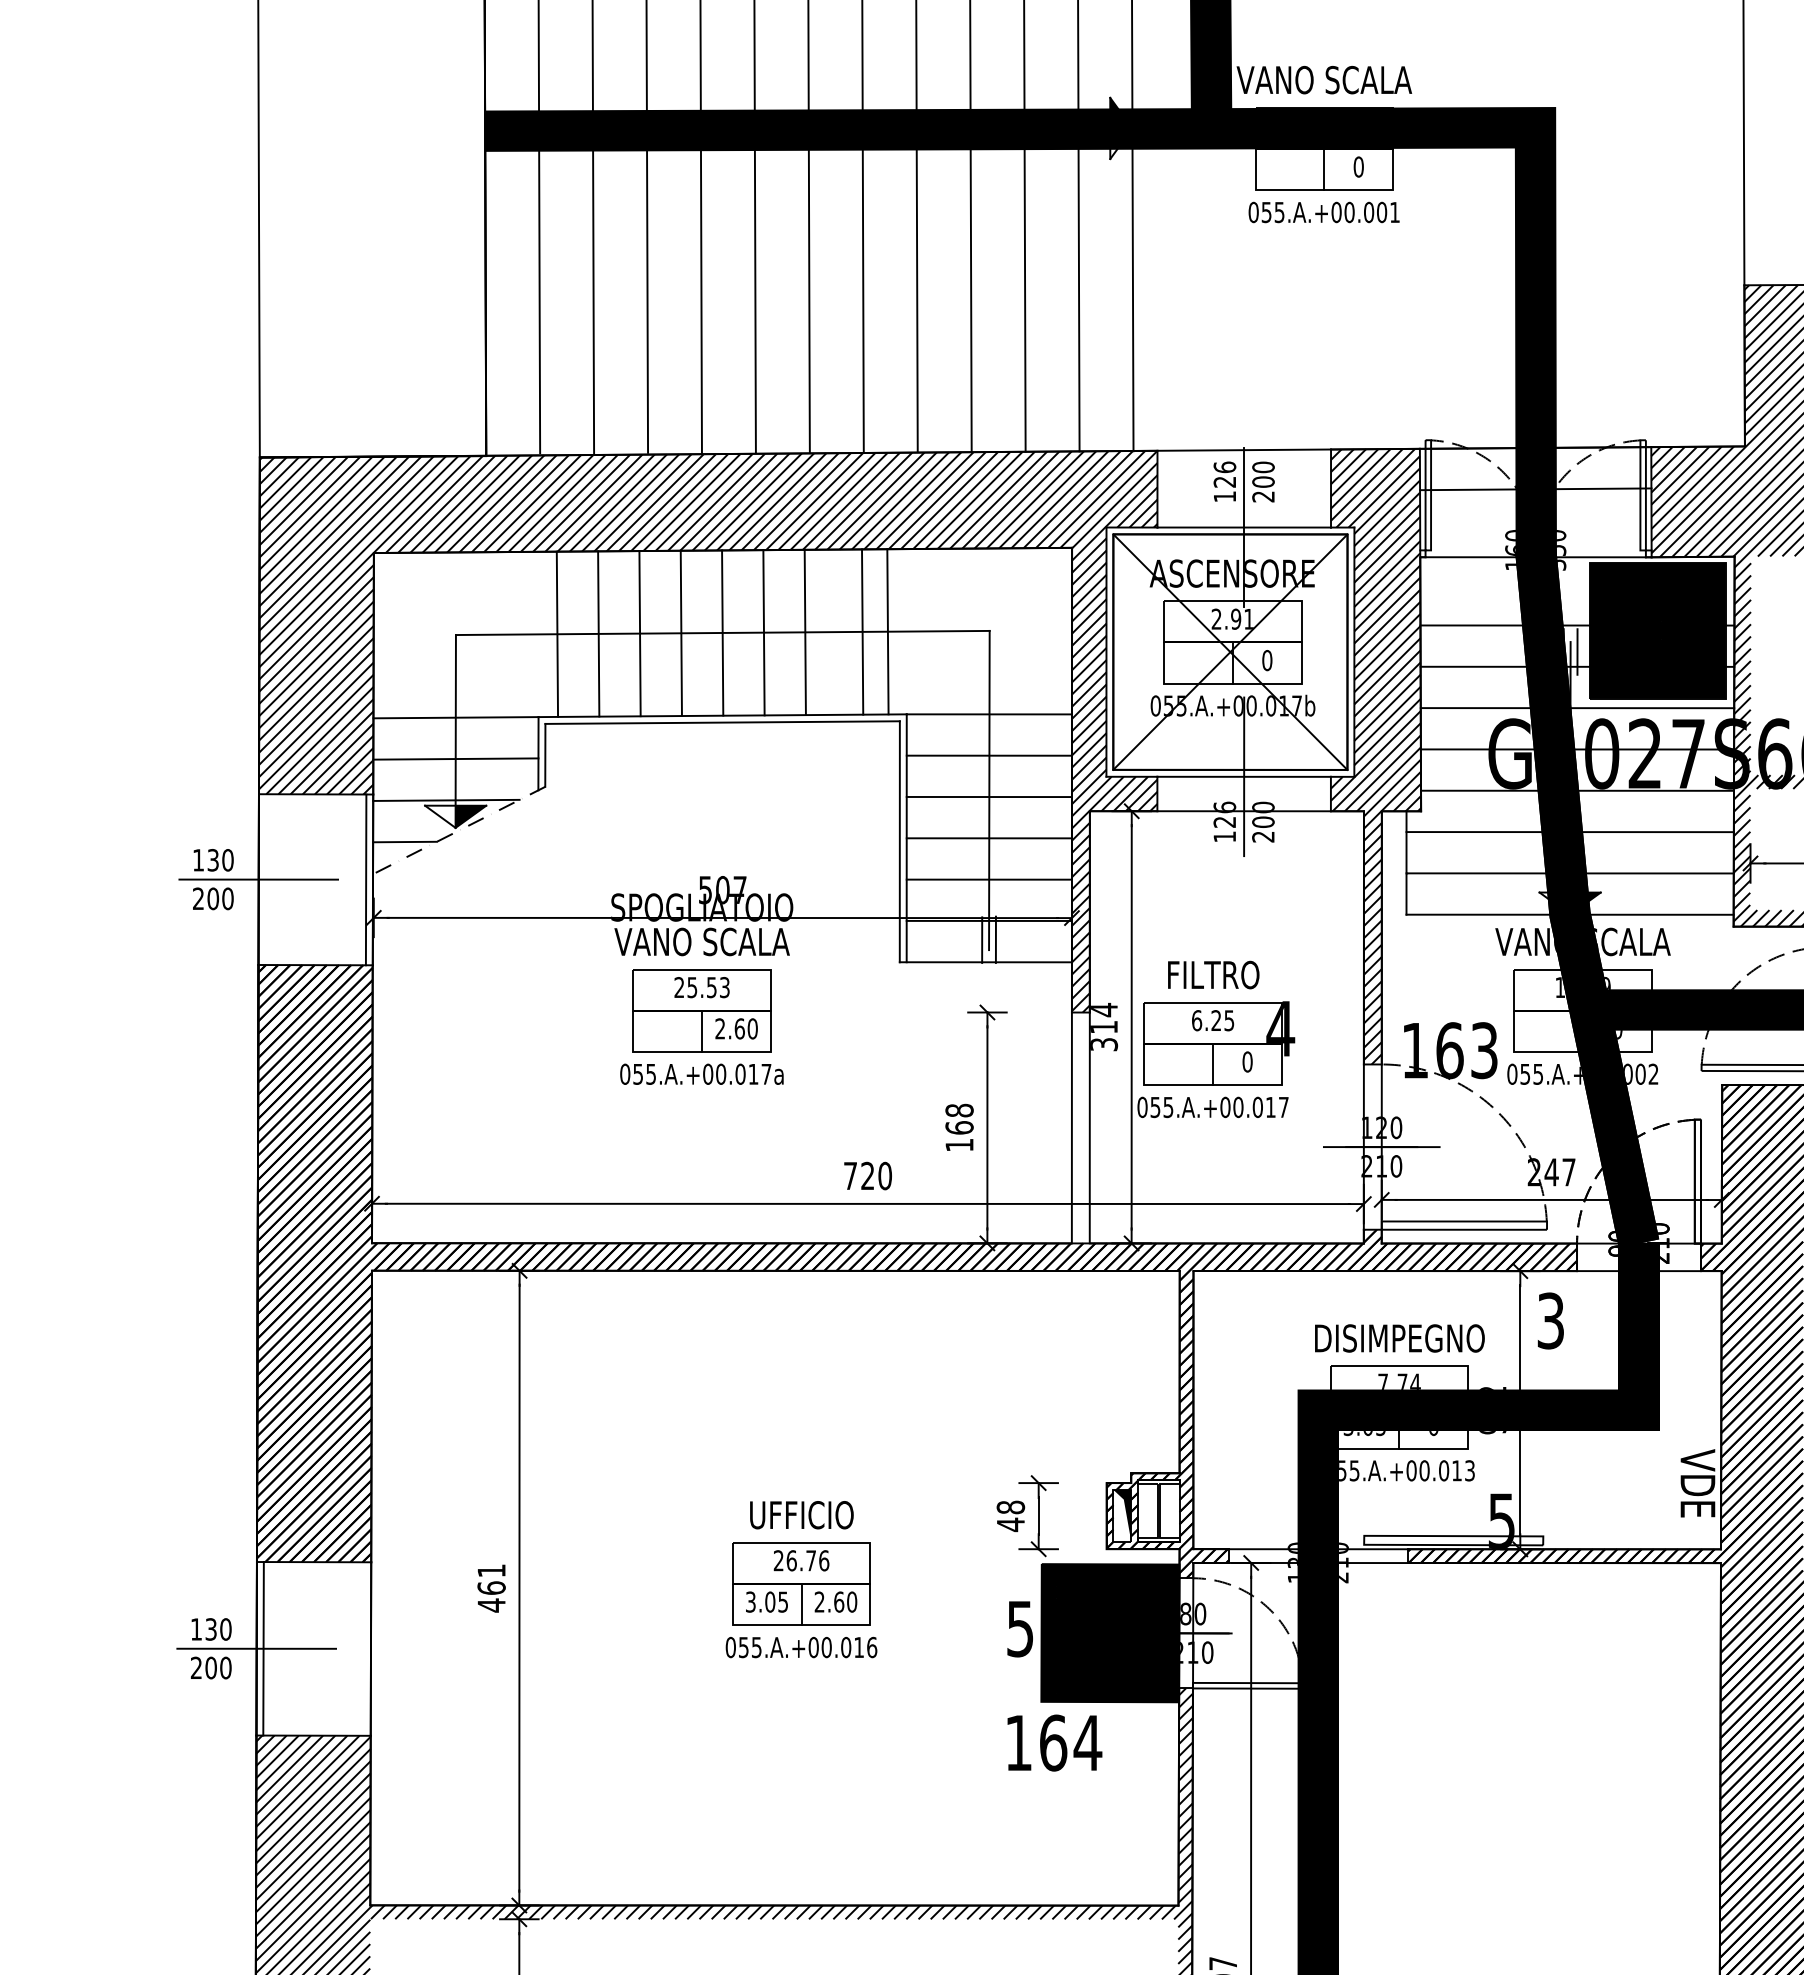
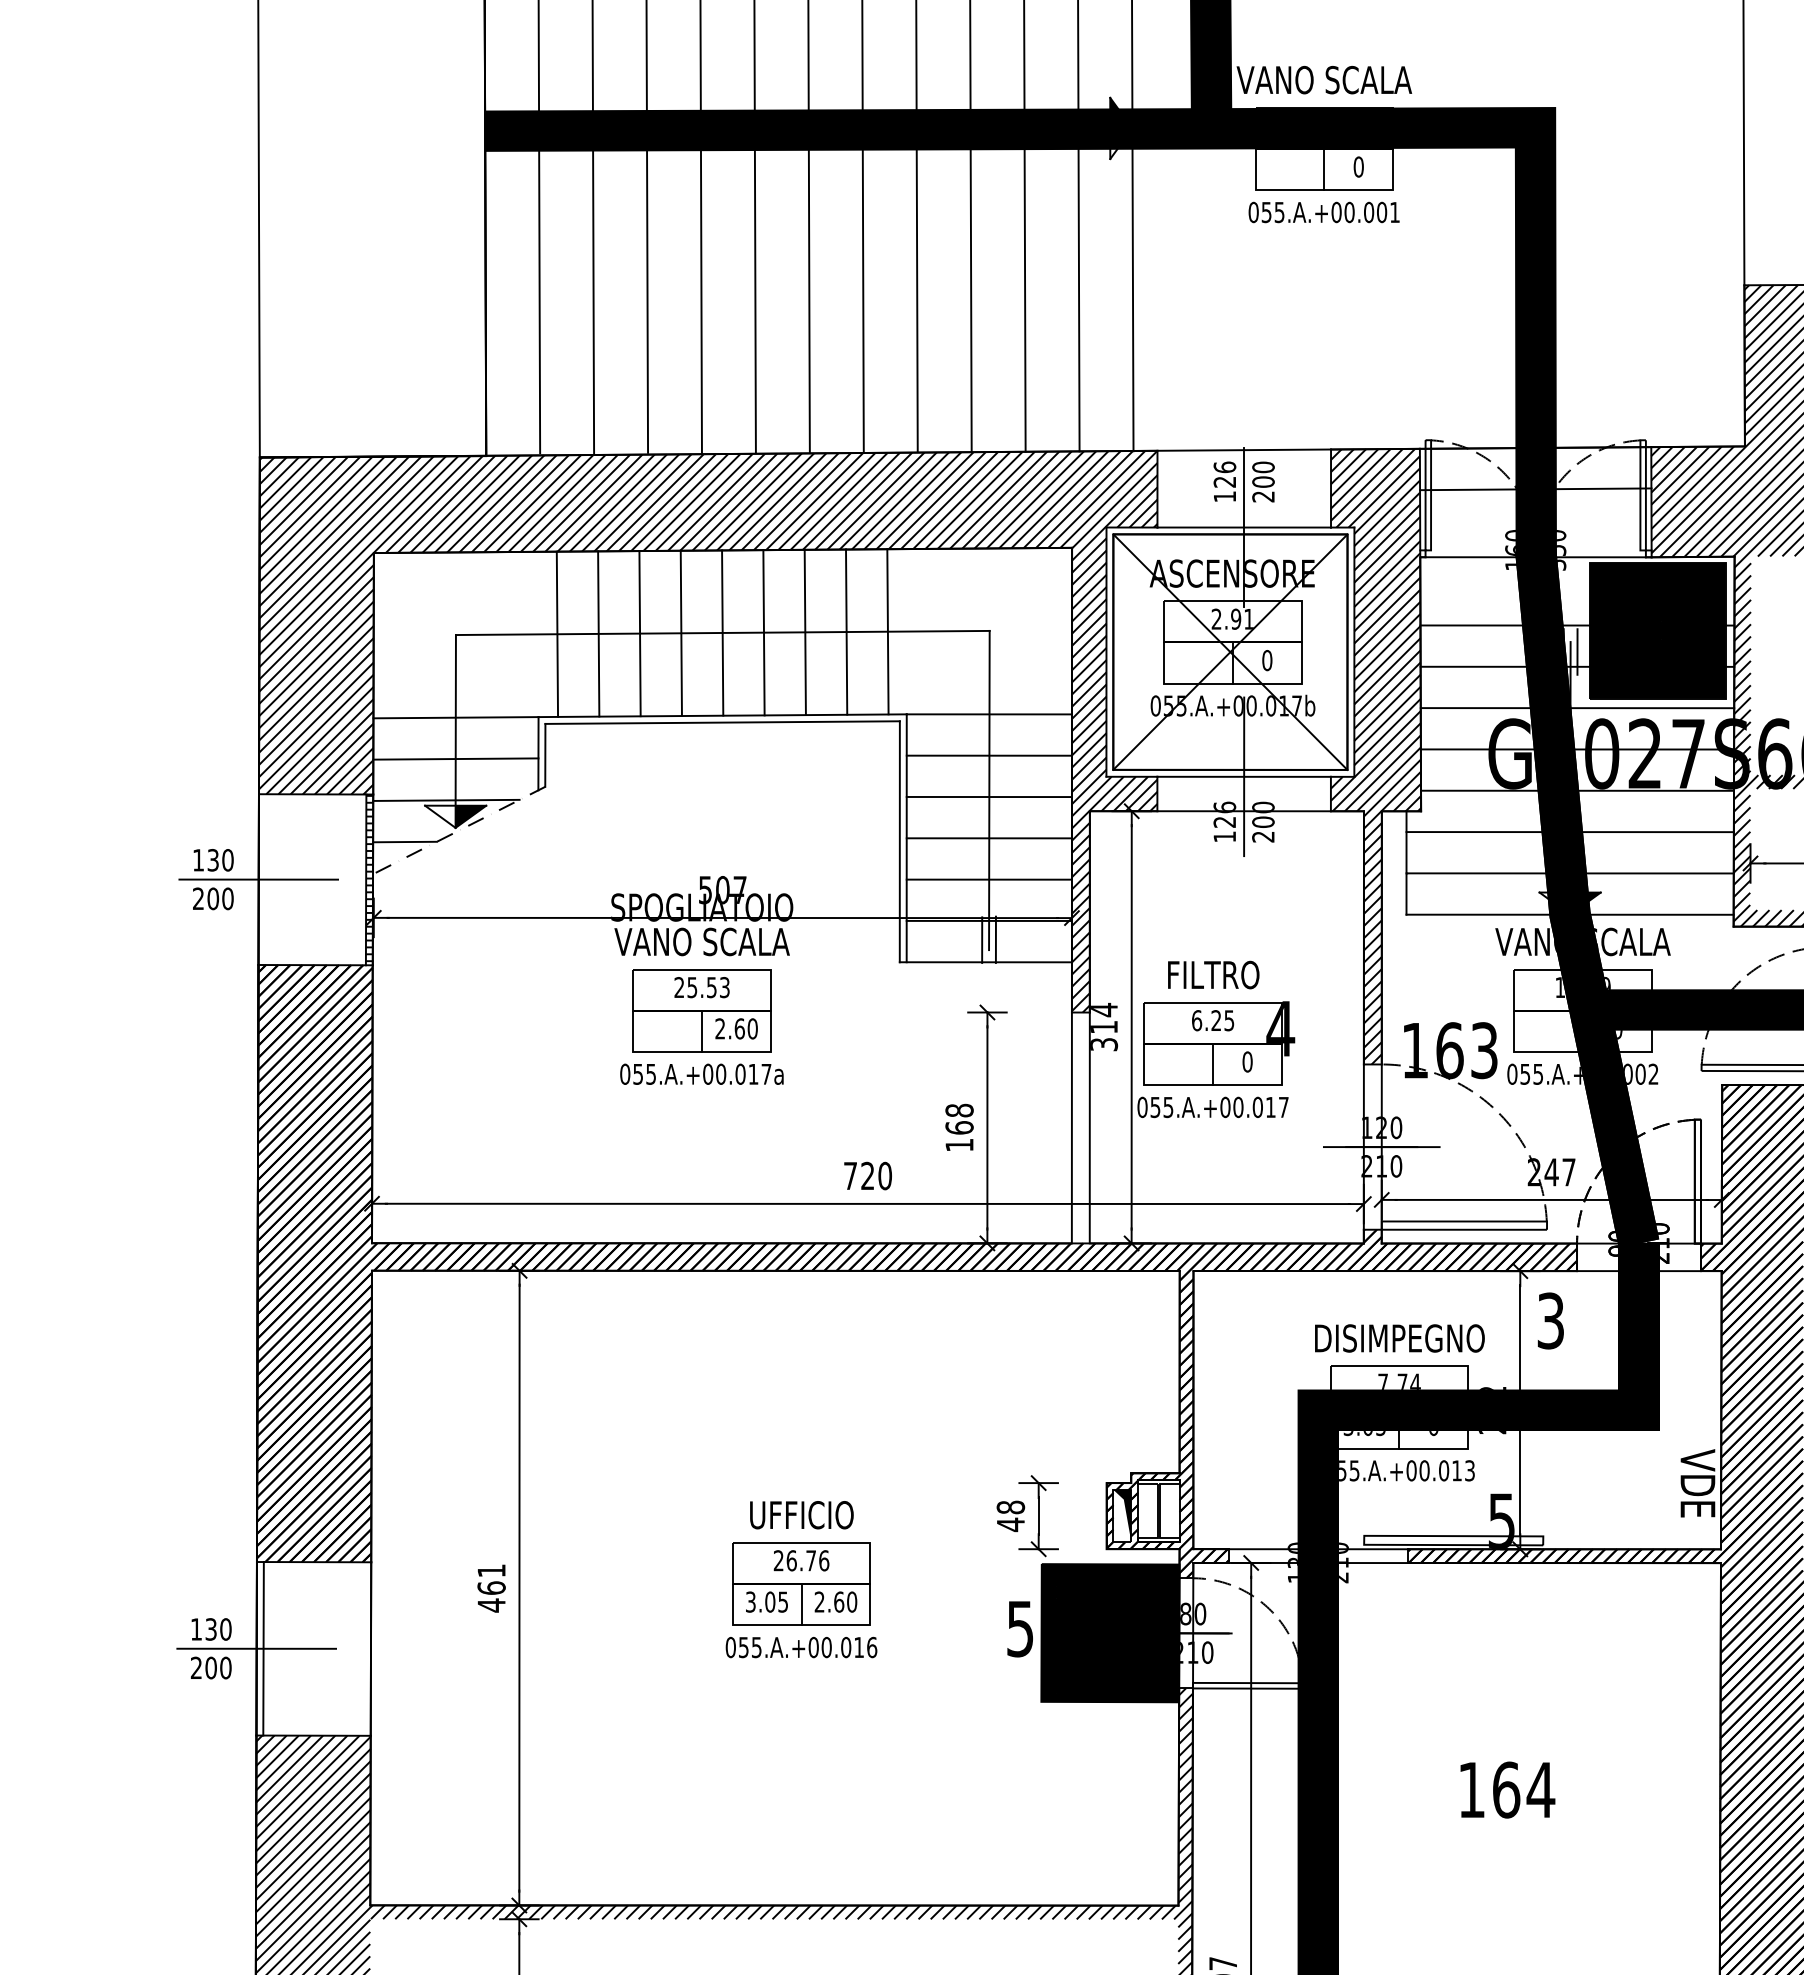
line at (862, 631) position: (862, 631) -> (846, 631)
hatch at (369, 878): none -> present
text at (1492, 1432): 902 -> 202
text at (1054, 1742) position: (1054, 1742) -> (1507, 1789)
